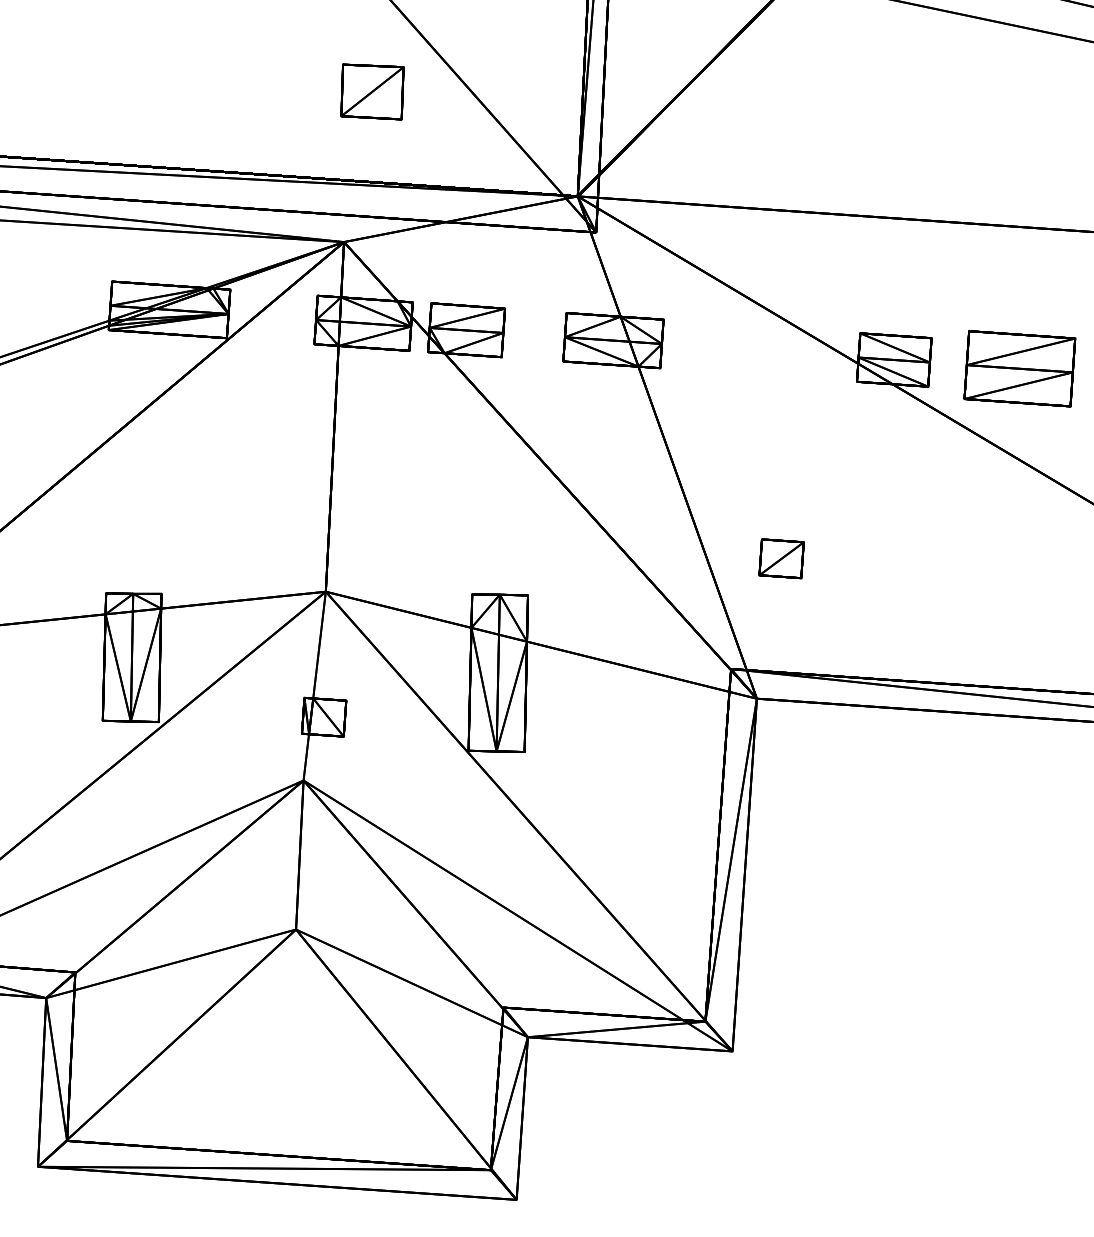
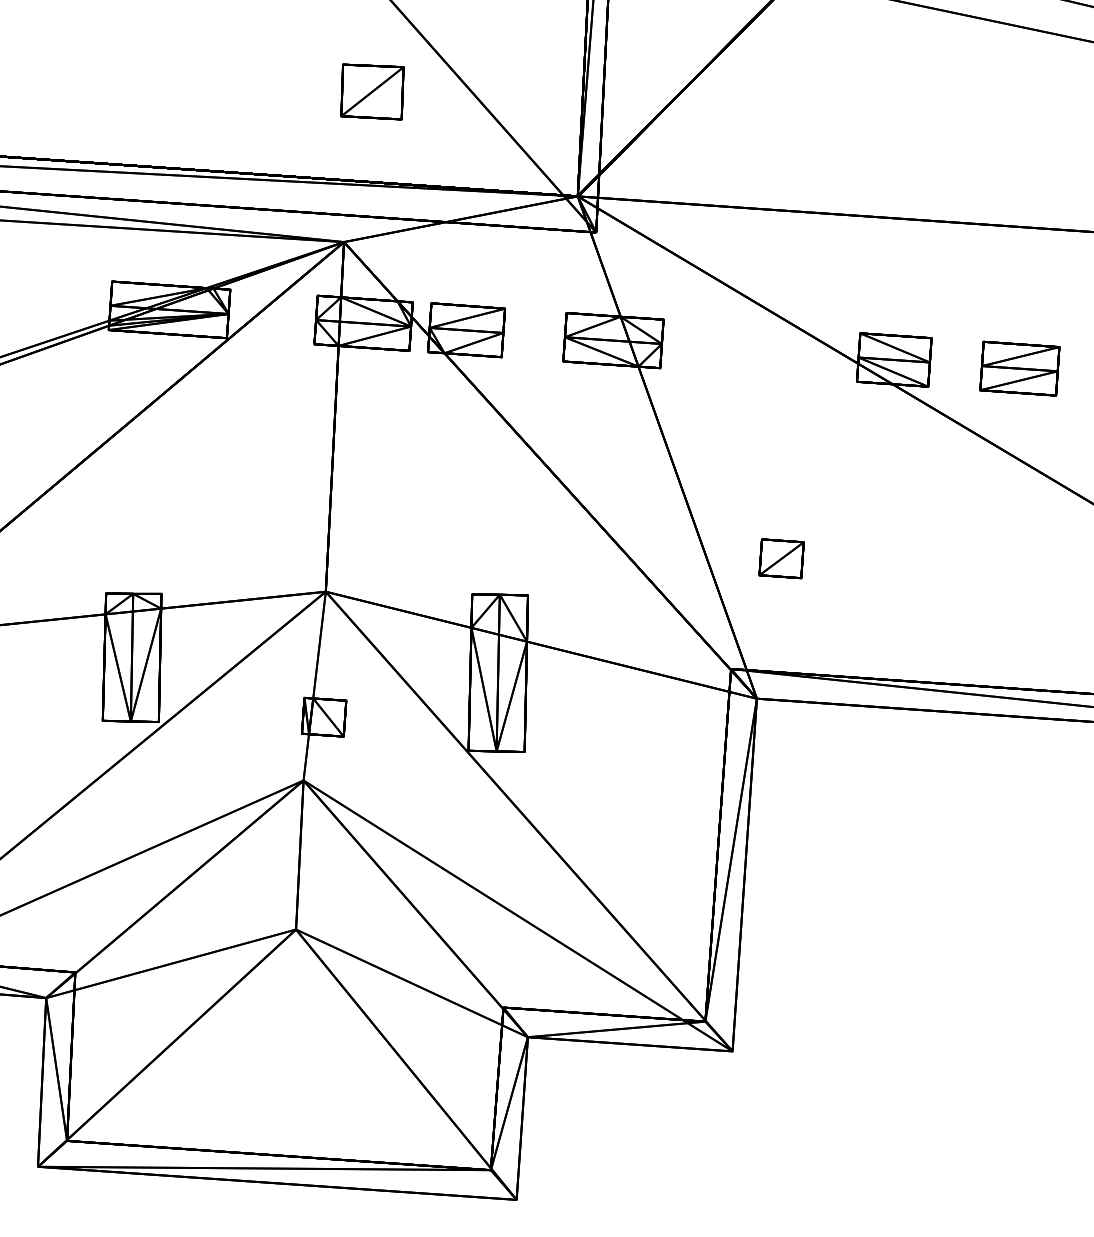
part at (1019, 368) size: 114x78 px -> 82x57 px
